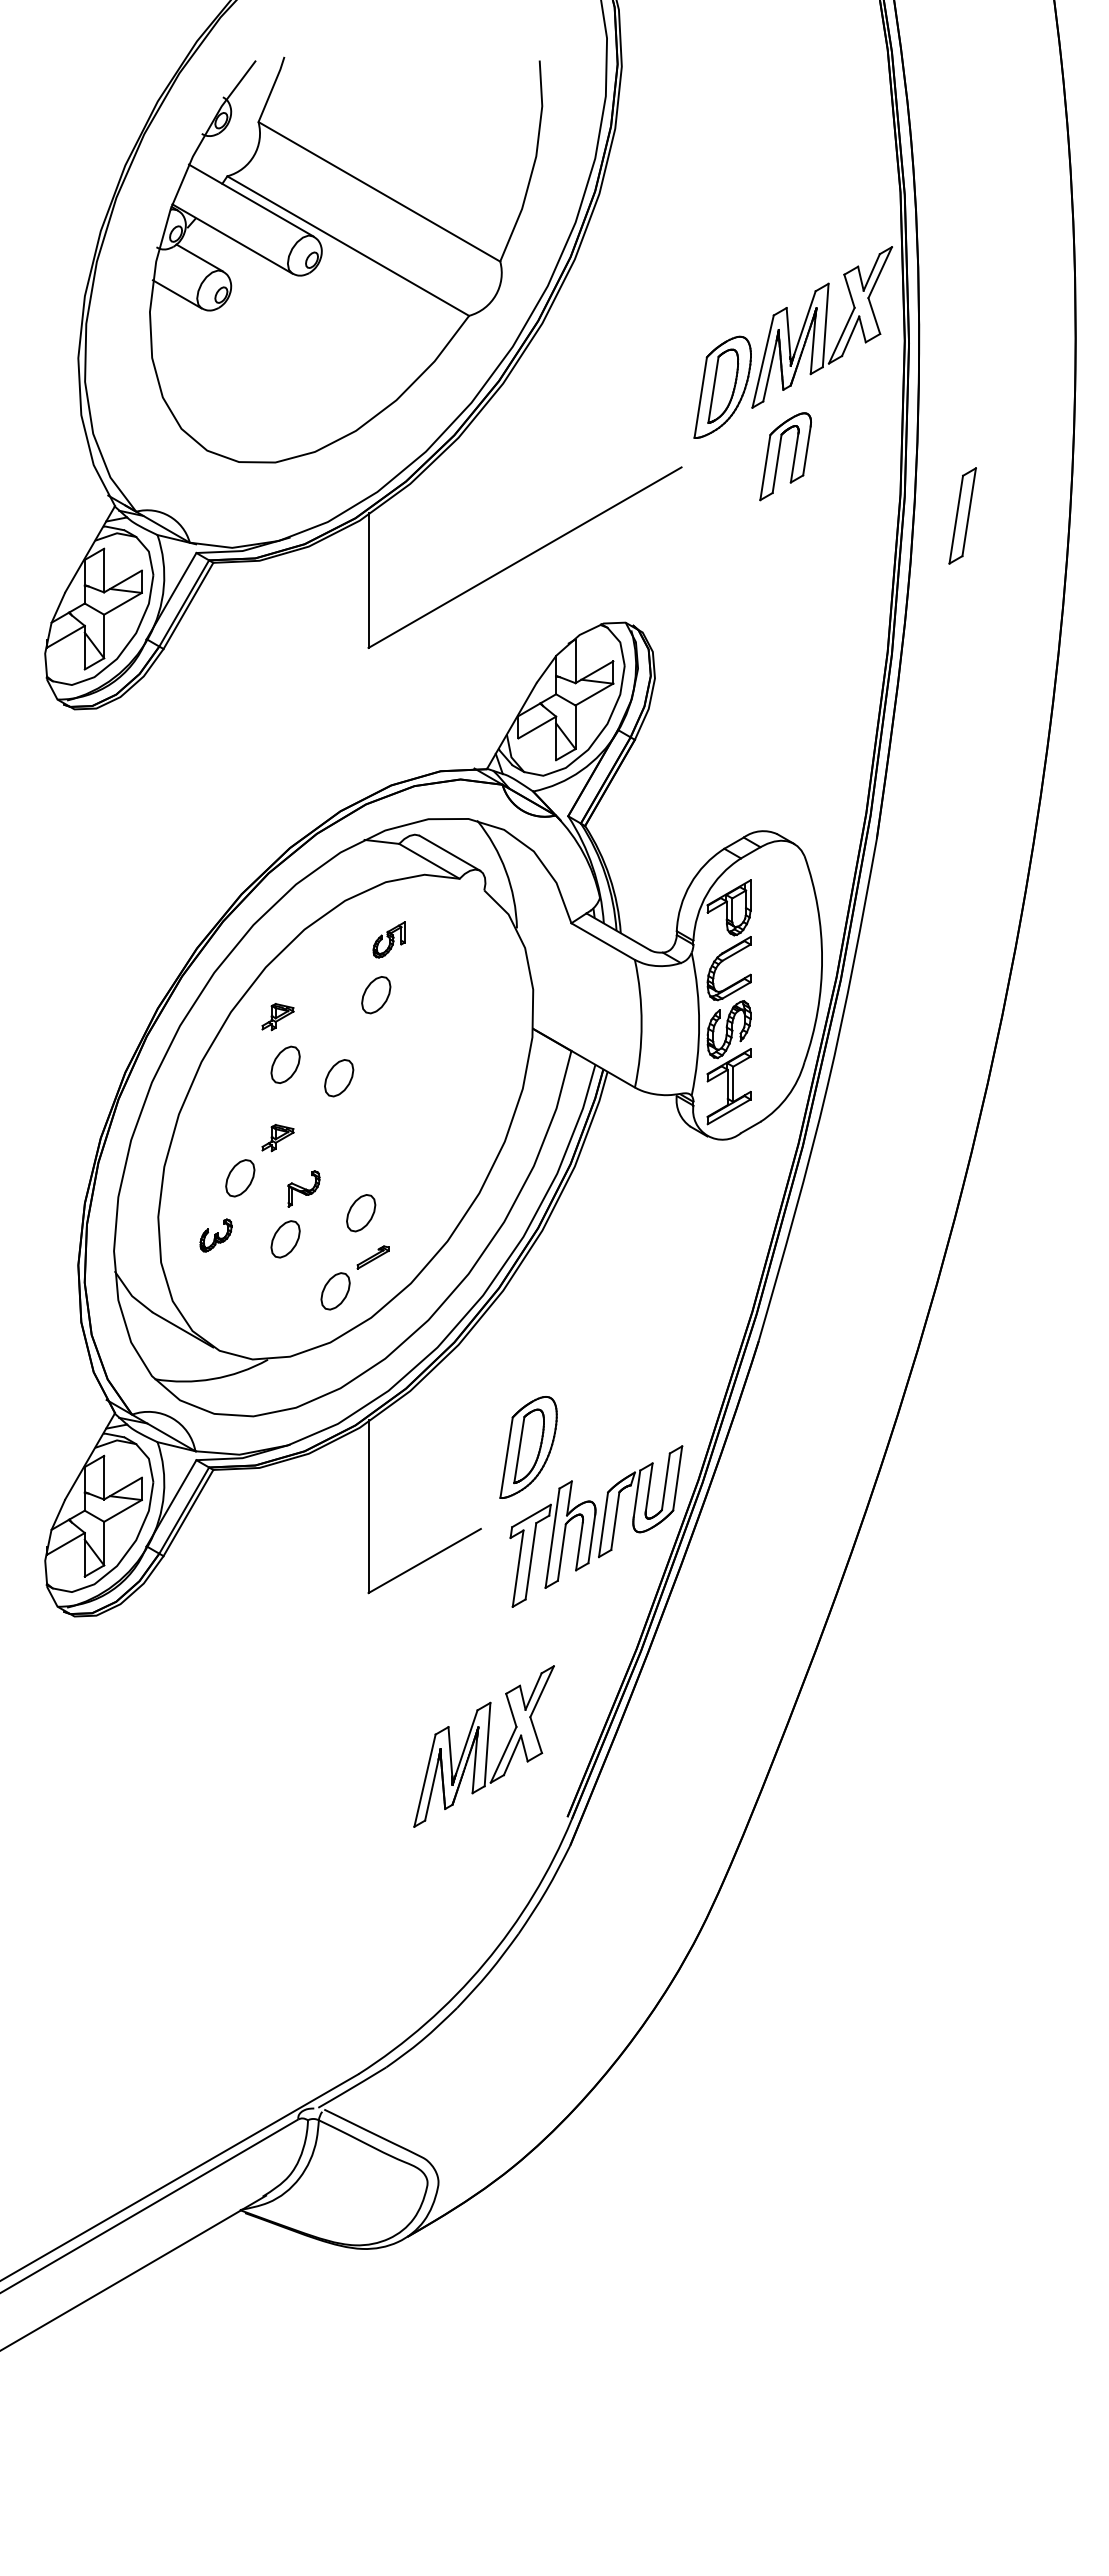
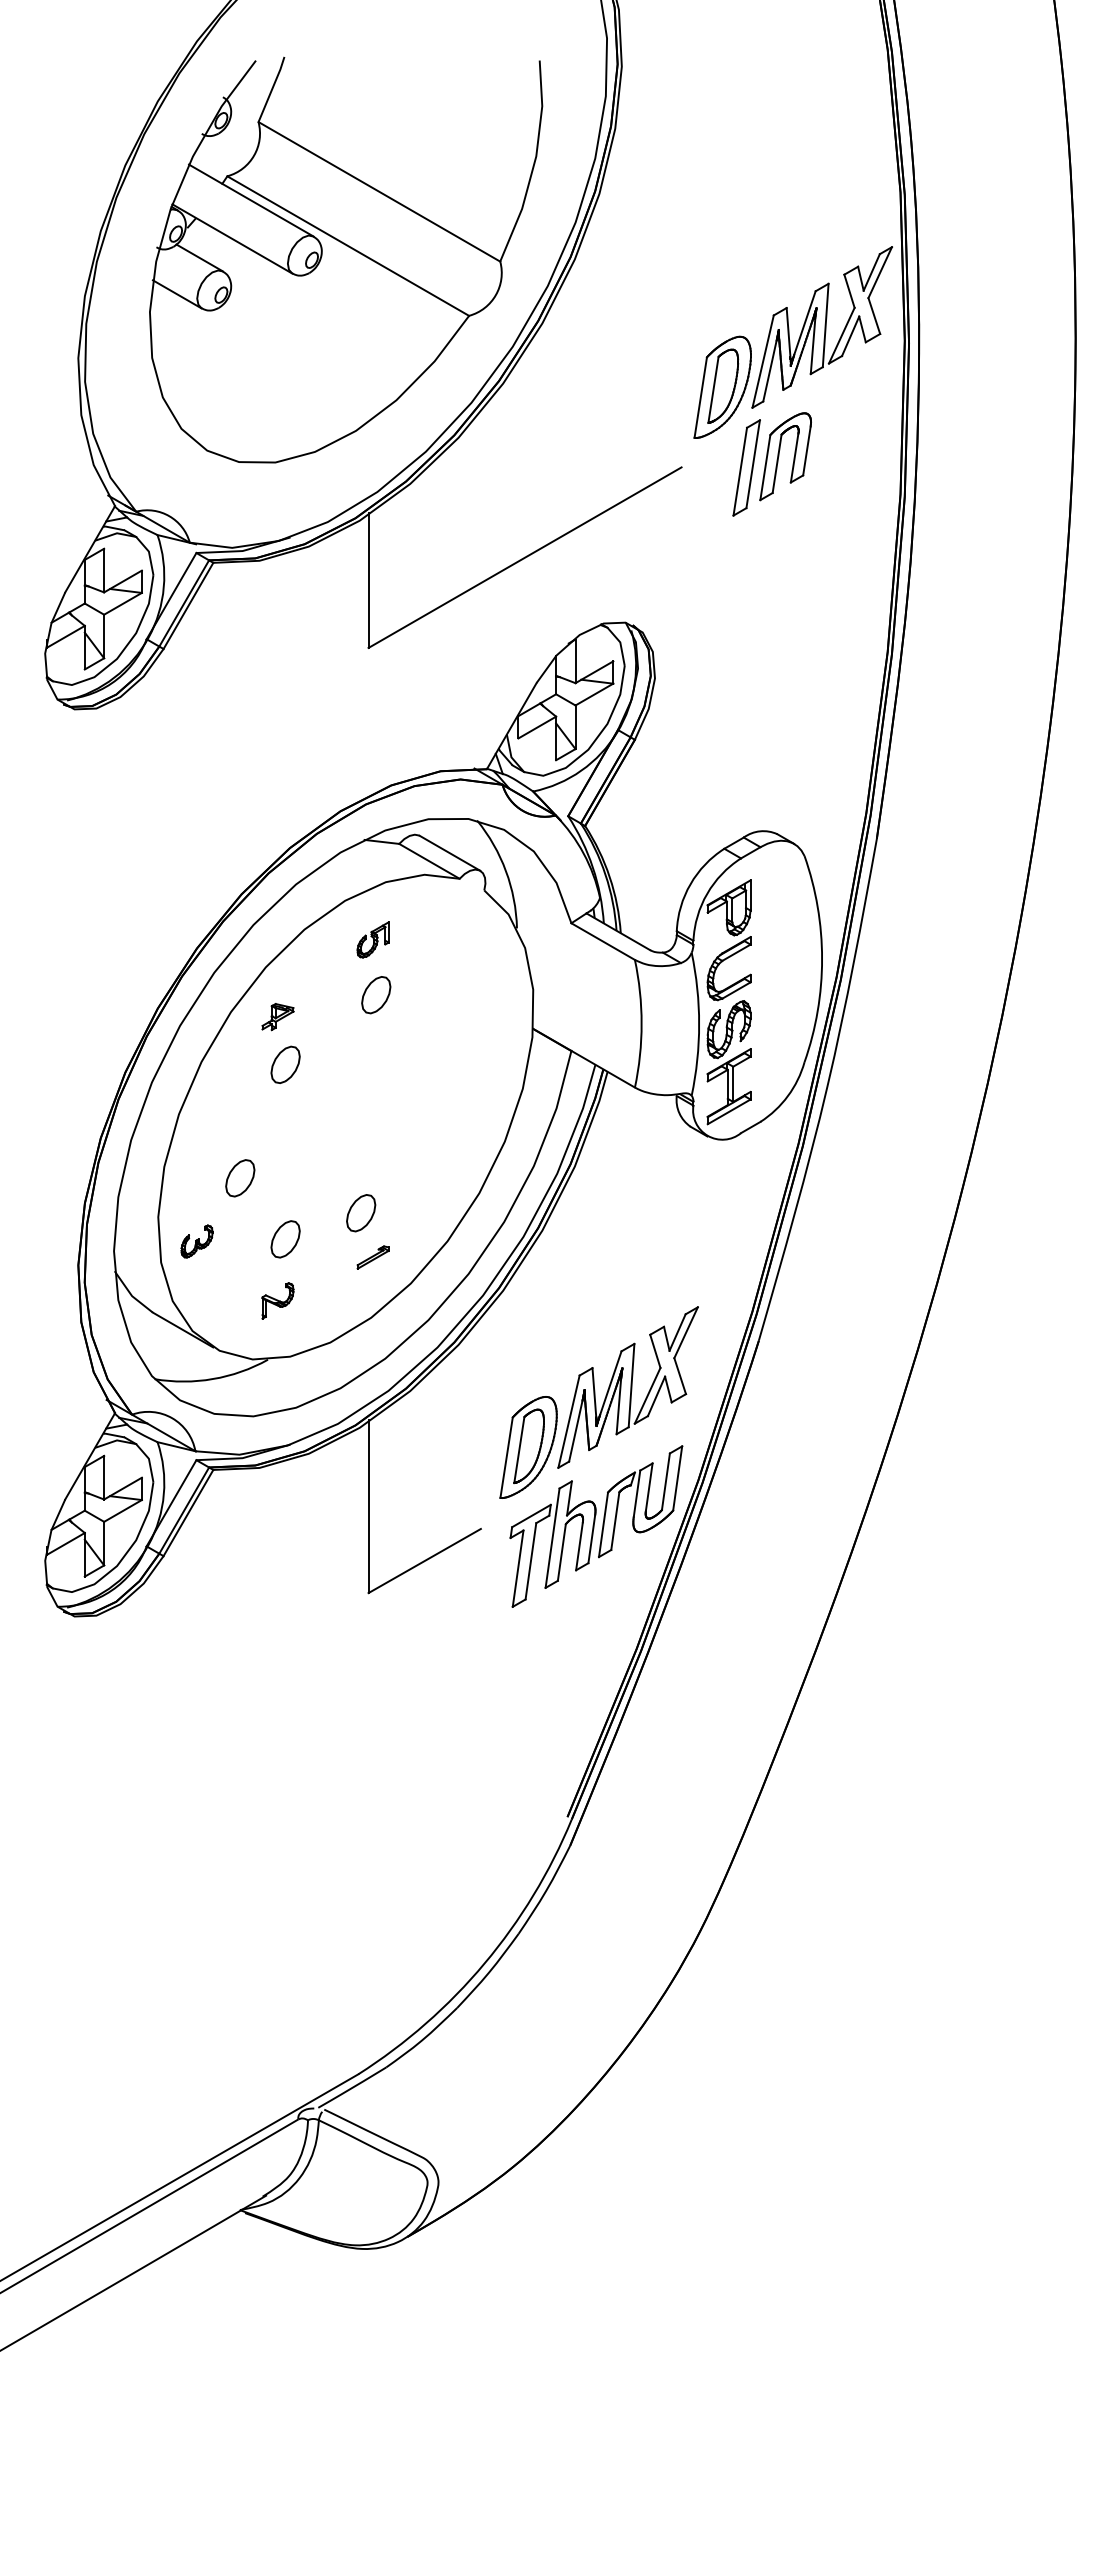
part at (962, 515) position: (962, 515) -> (746, 467)
part at (388, 939) position: (388, 939) -> (372, 939)
part at (339, 1078): present -> none
part at (277, 1138): present -> none
part at (303, 1188) position: (303, 1188) -> (277, 1300)
part at (215, 1235) position: (215, 1235) -> (196, 1241)
part at (335, 1291): present -> none
part at (483, 1746) position: (483, 1746) -> (627, 1387)
